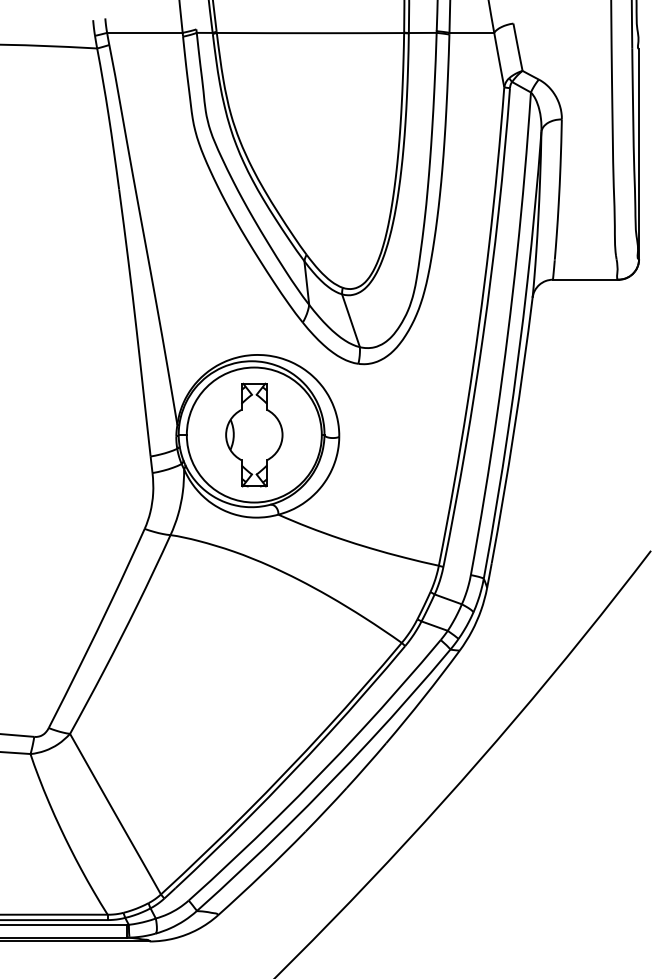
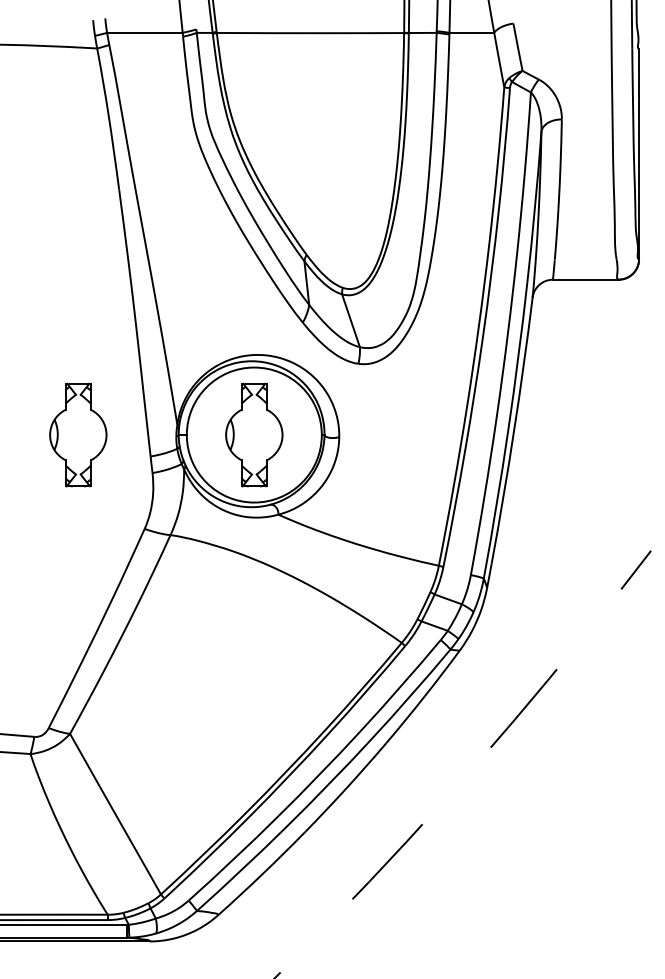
part at (78, 434): none -> present
arc at (470, 770): solid -> dashed
